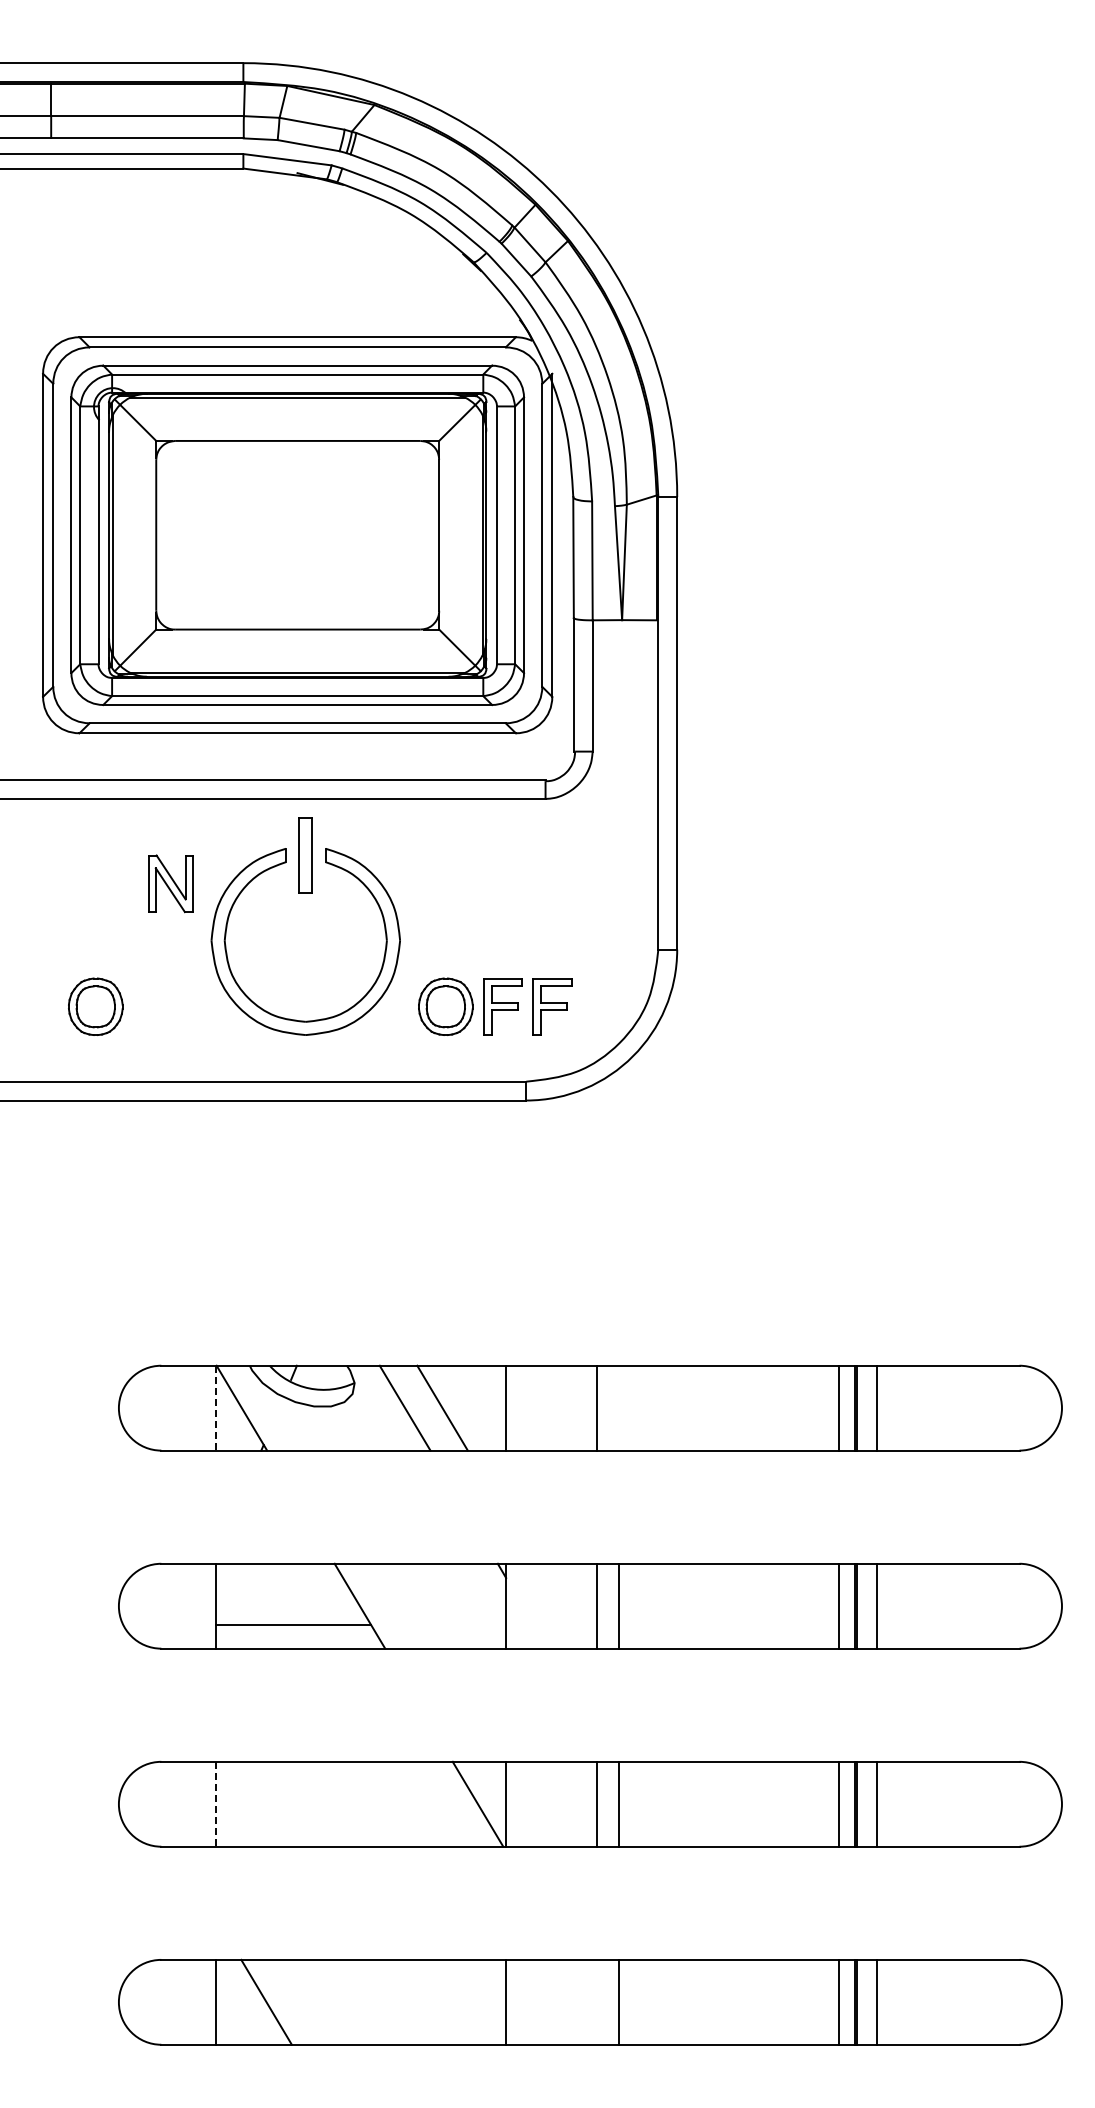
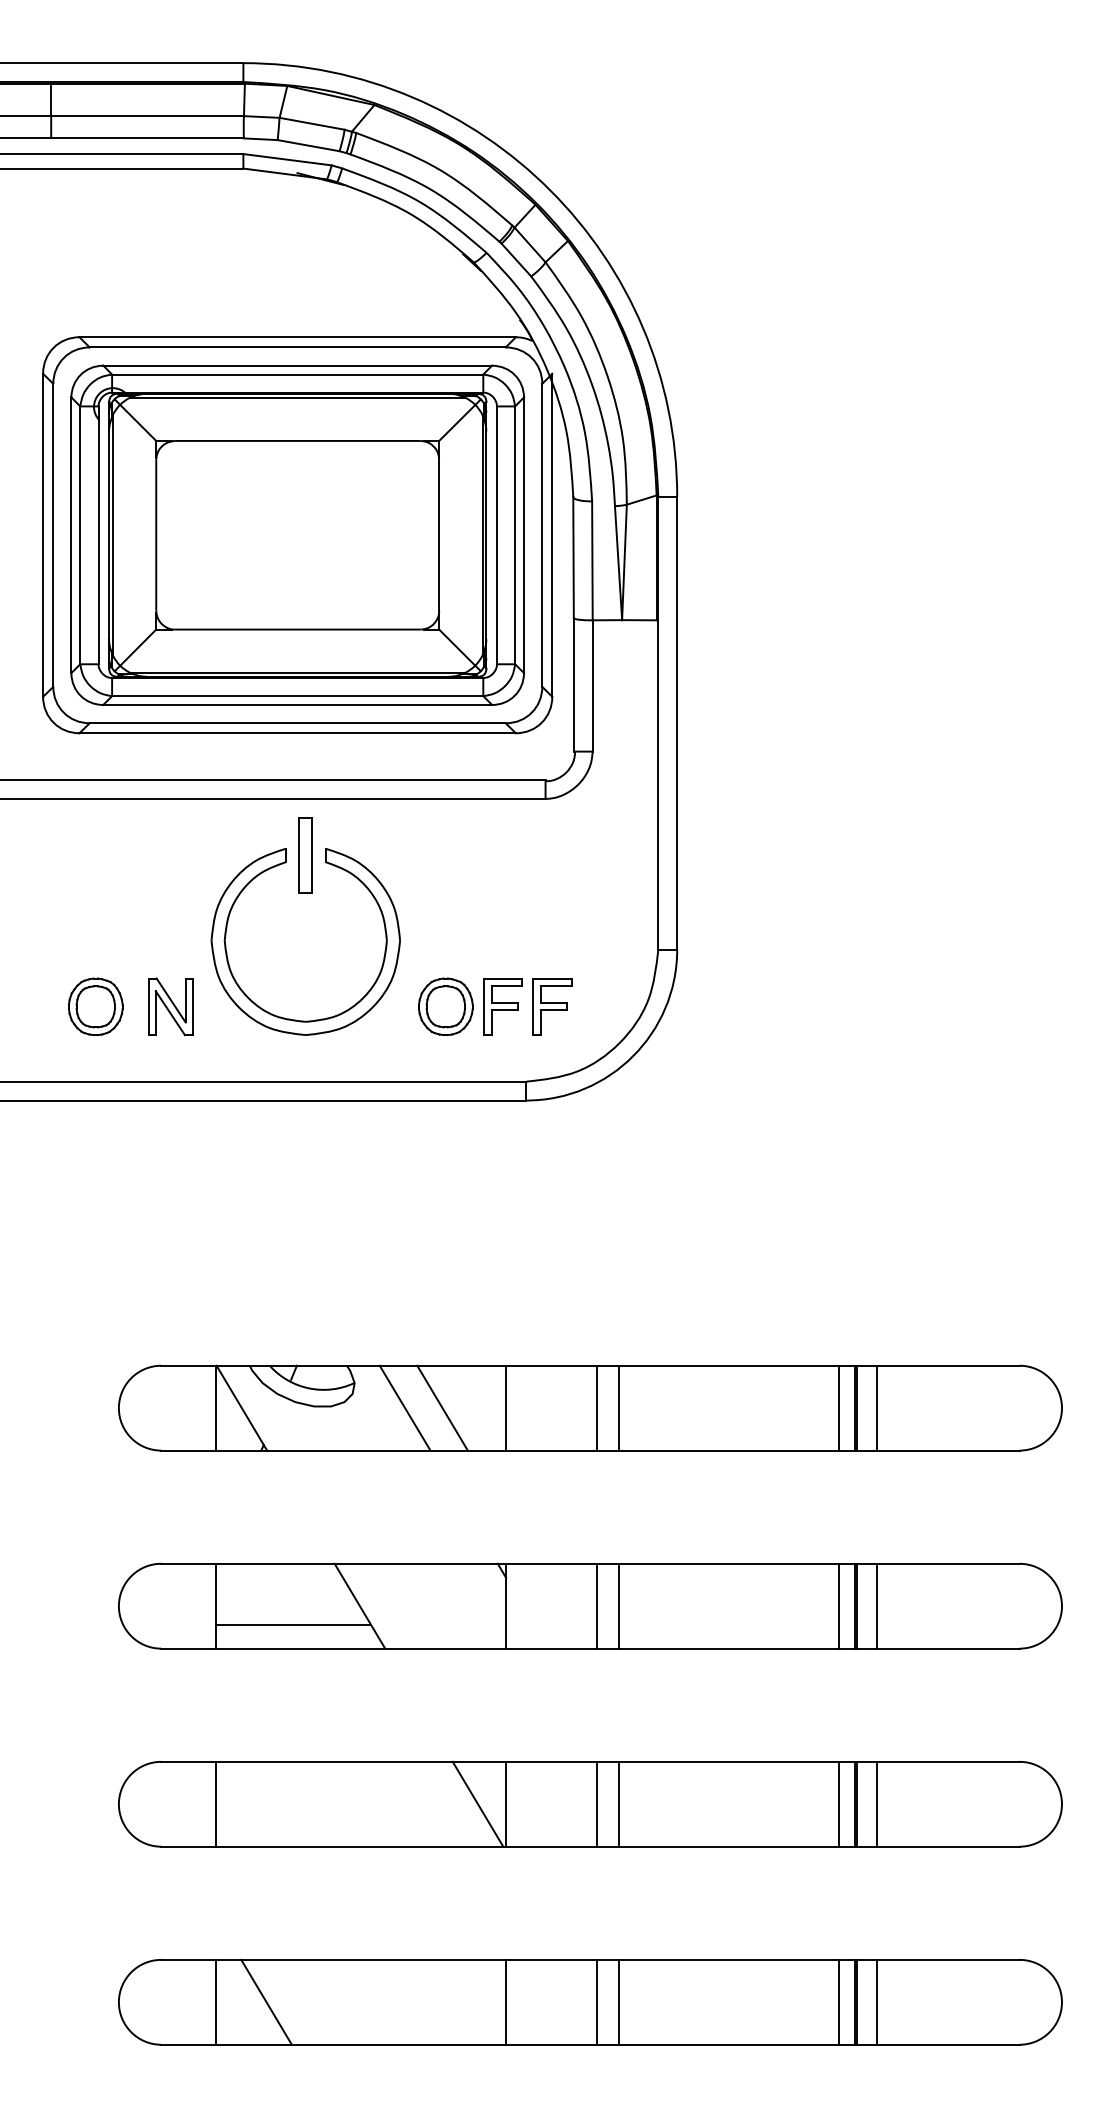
part at (170, 883) position: (170, 883) -> (170, 1006)
line at (619, 1407): none -> present
line at (215, 1408): dashed -> solid
line at (215, 1804): dashed -> solid
line at (596, 2001): none -> present
